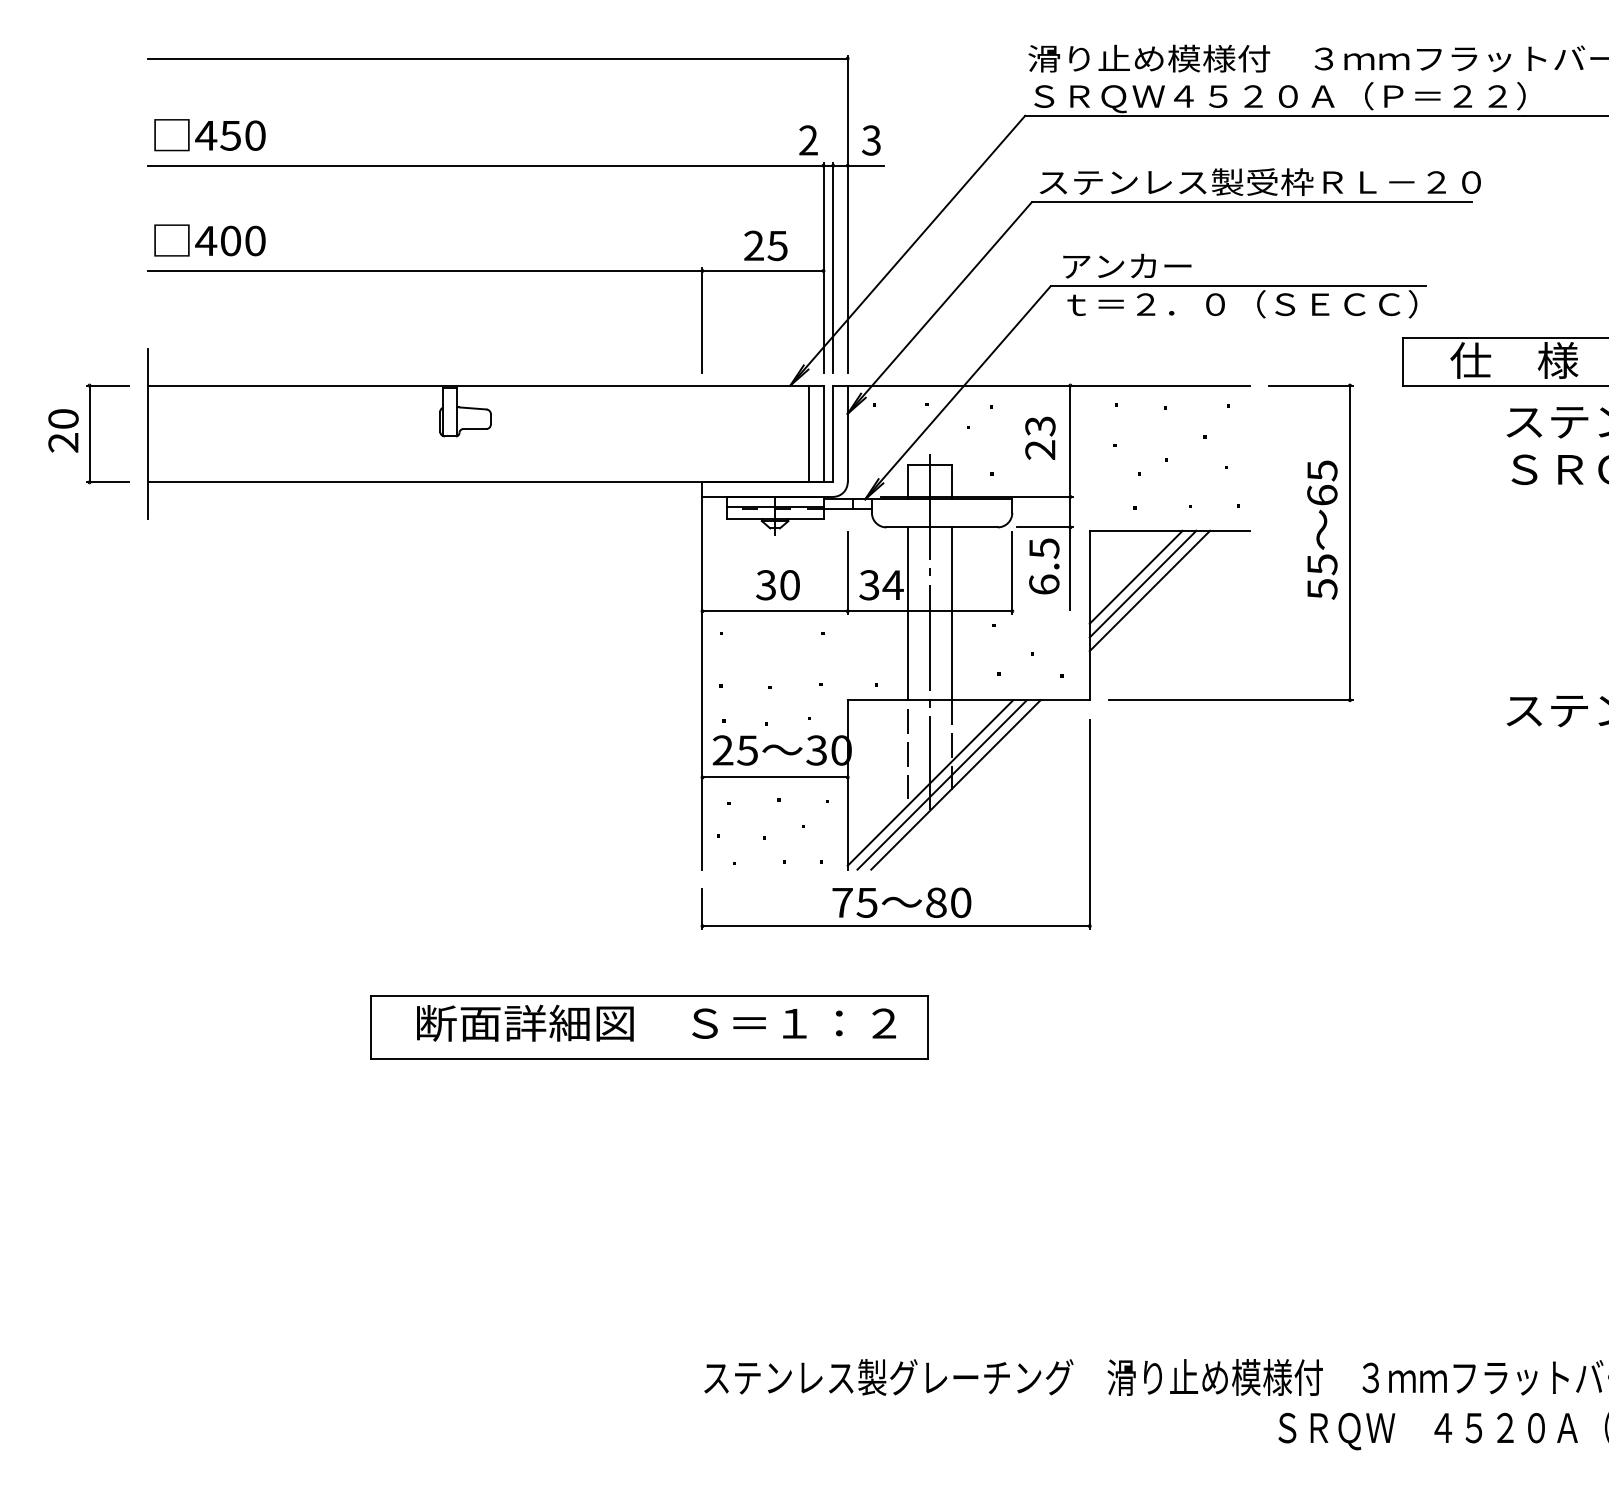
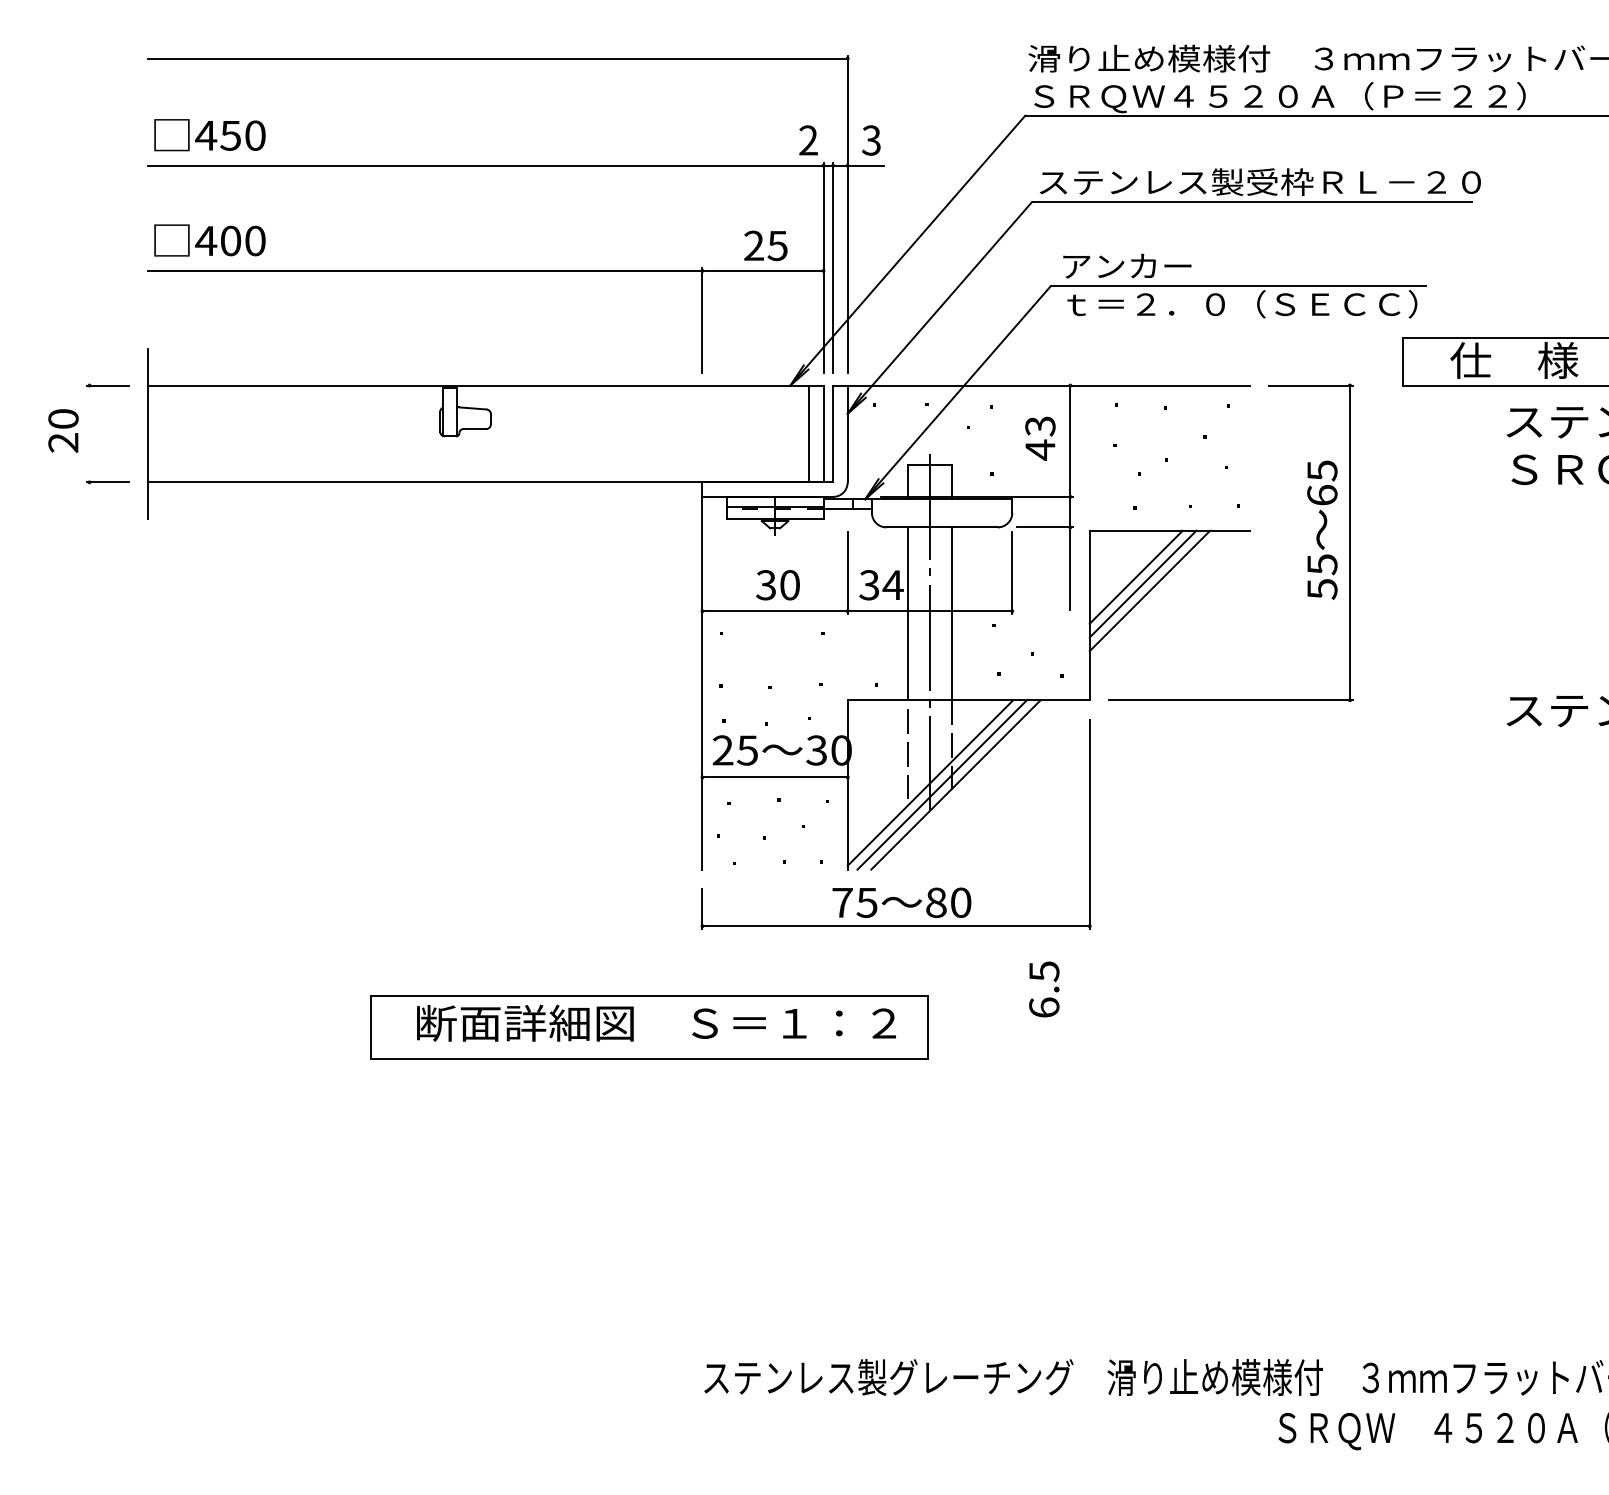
line at (89, 433): present -> none
text at (1040, 449): 23 -> 43
text at (1044, 566) position: (1044, 566) -> (1044, 989)
